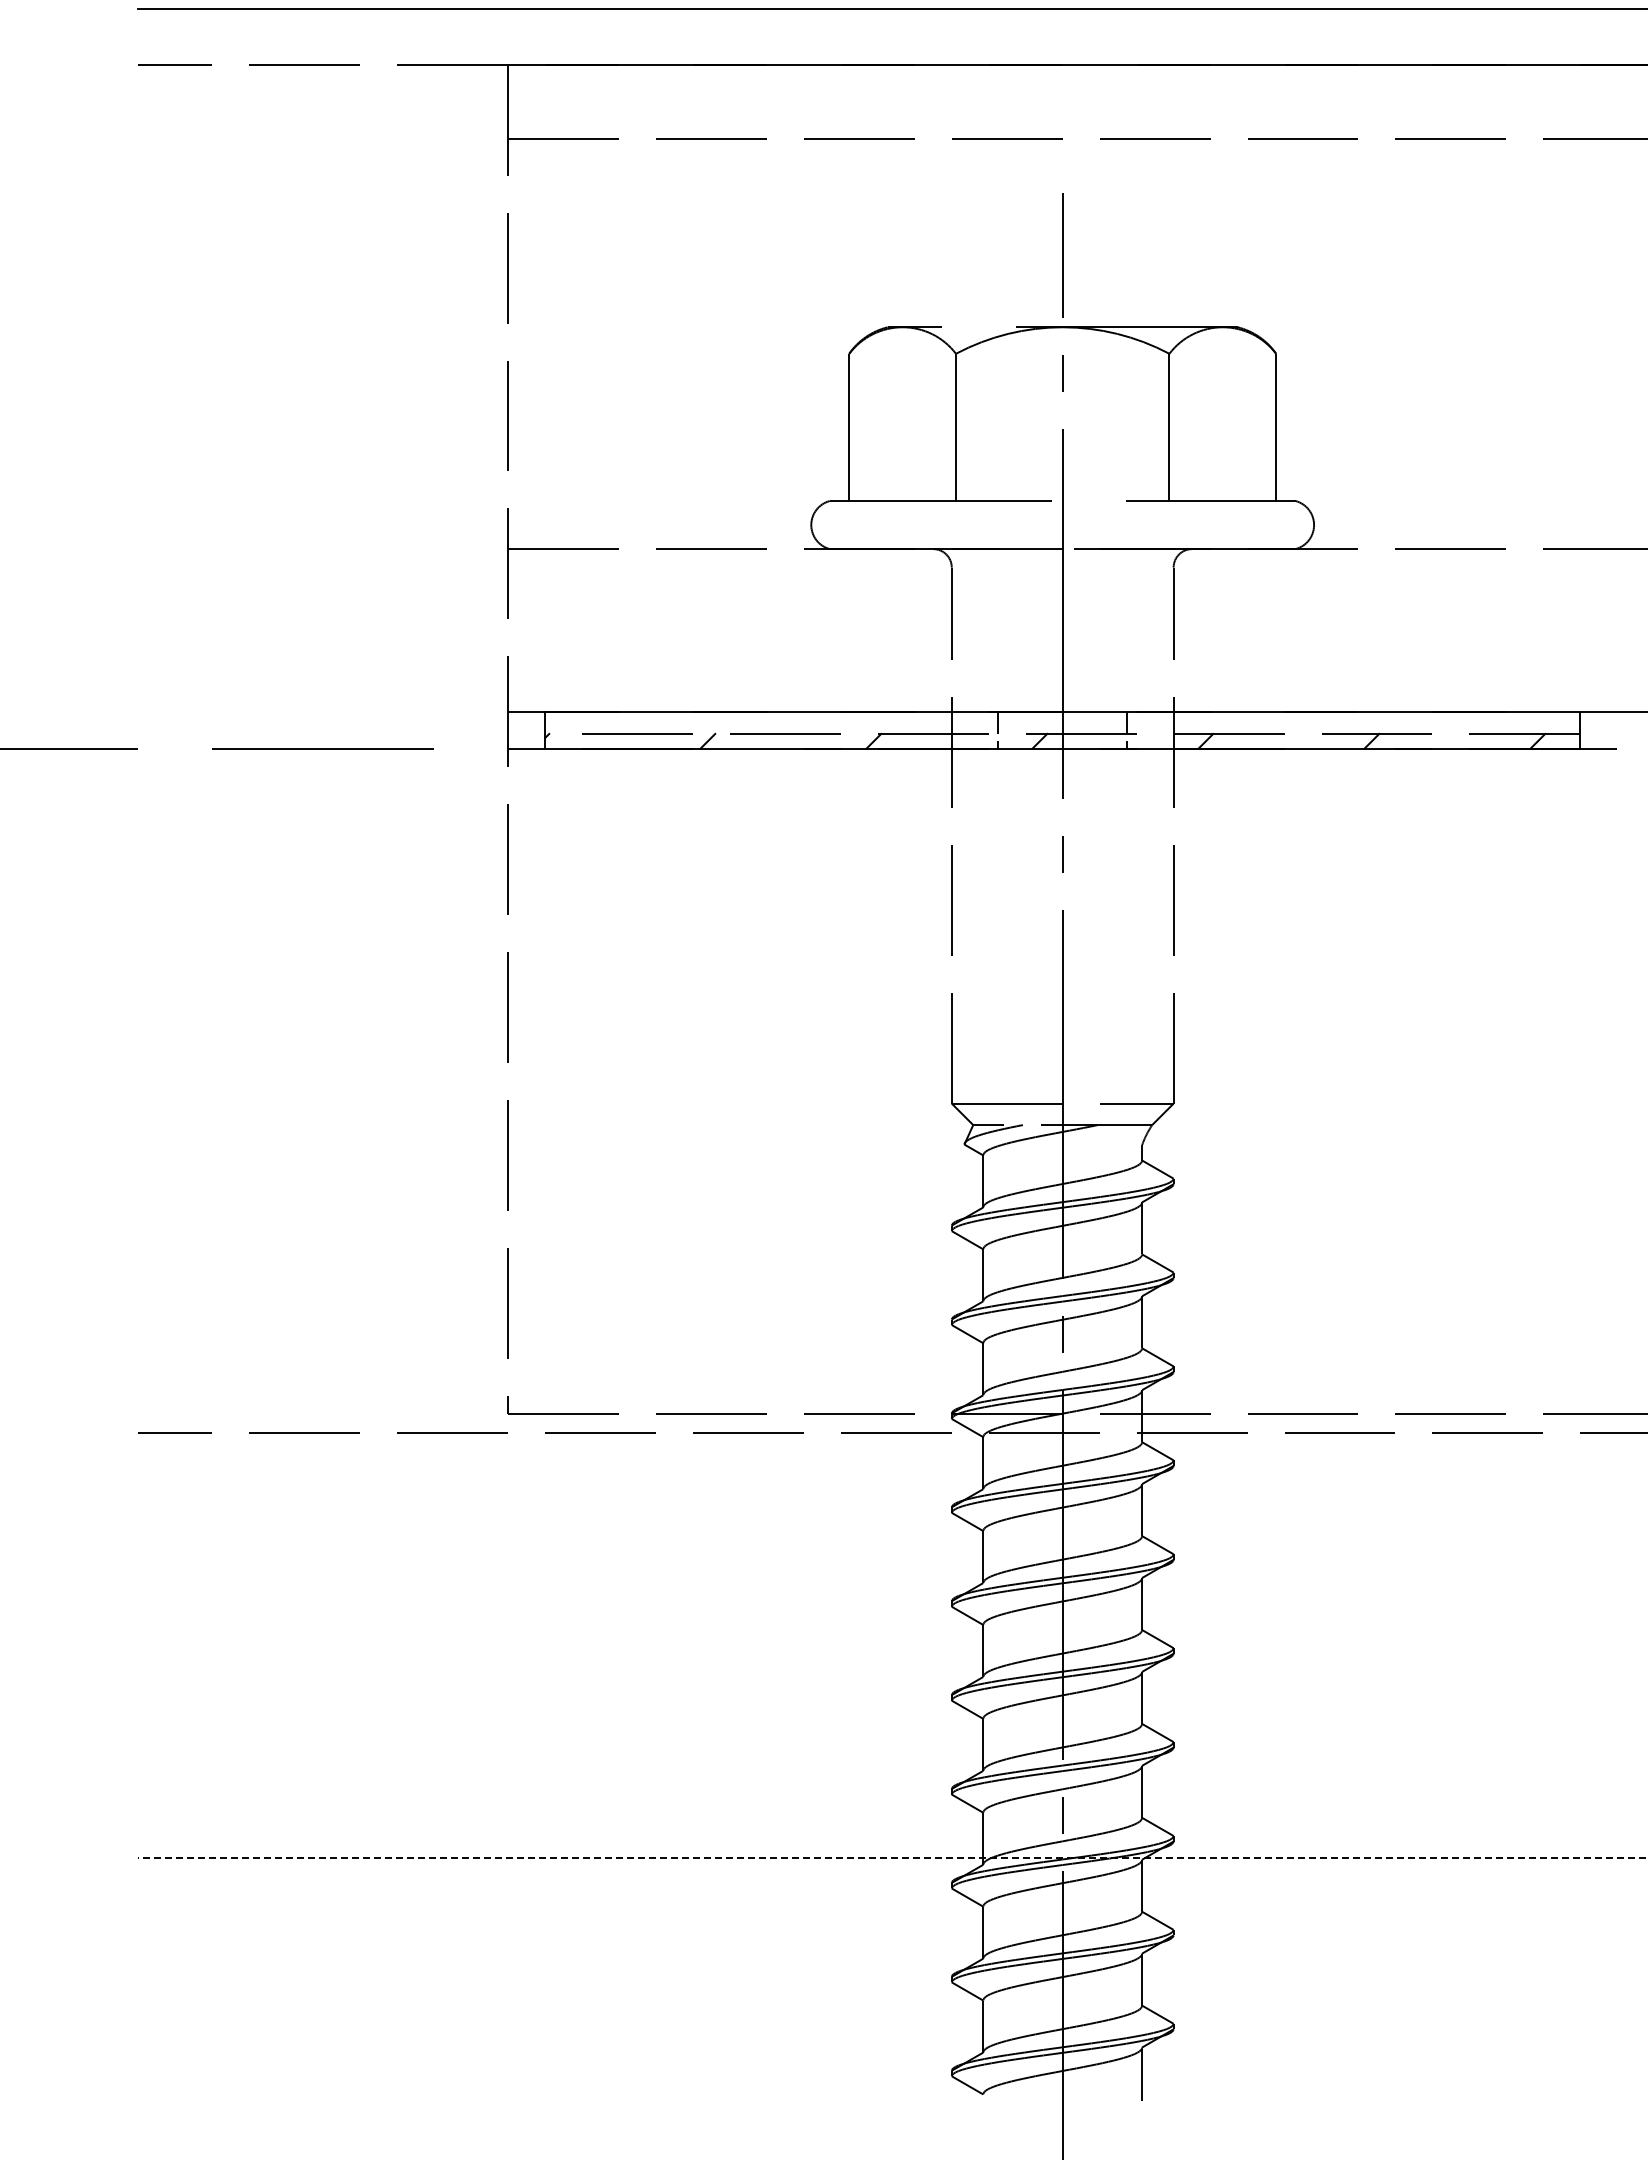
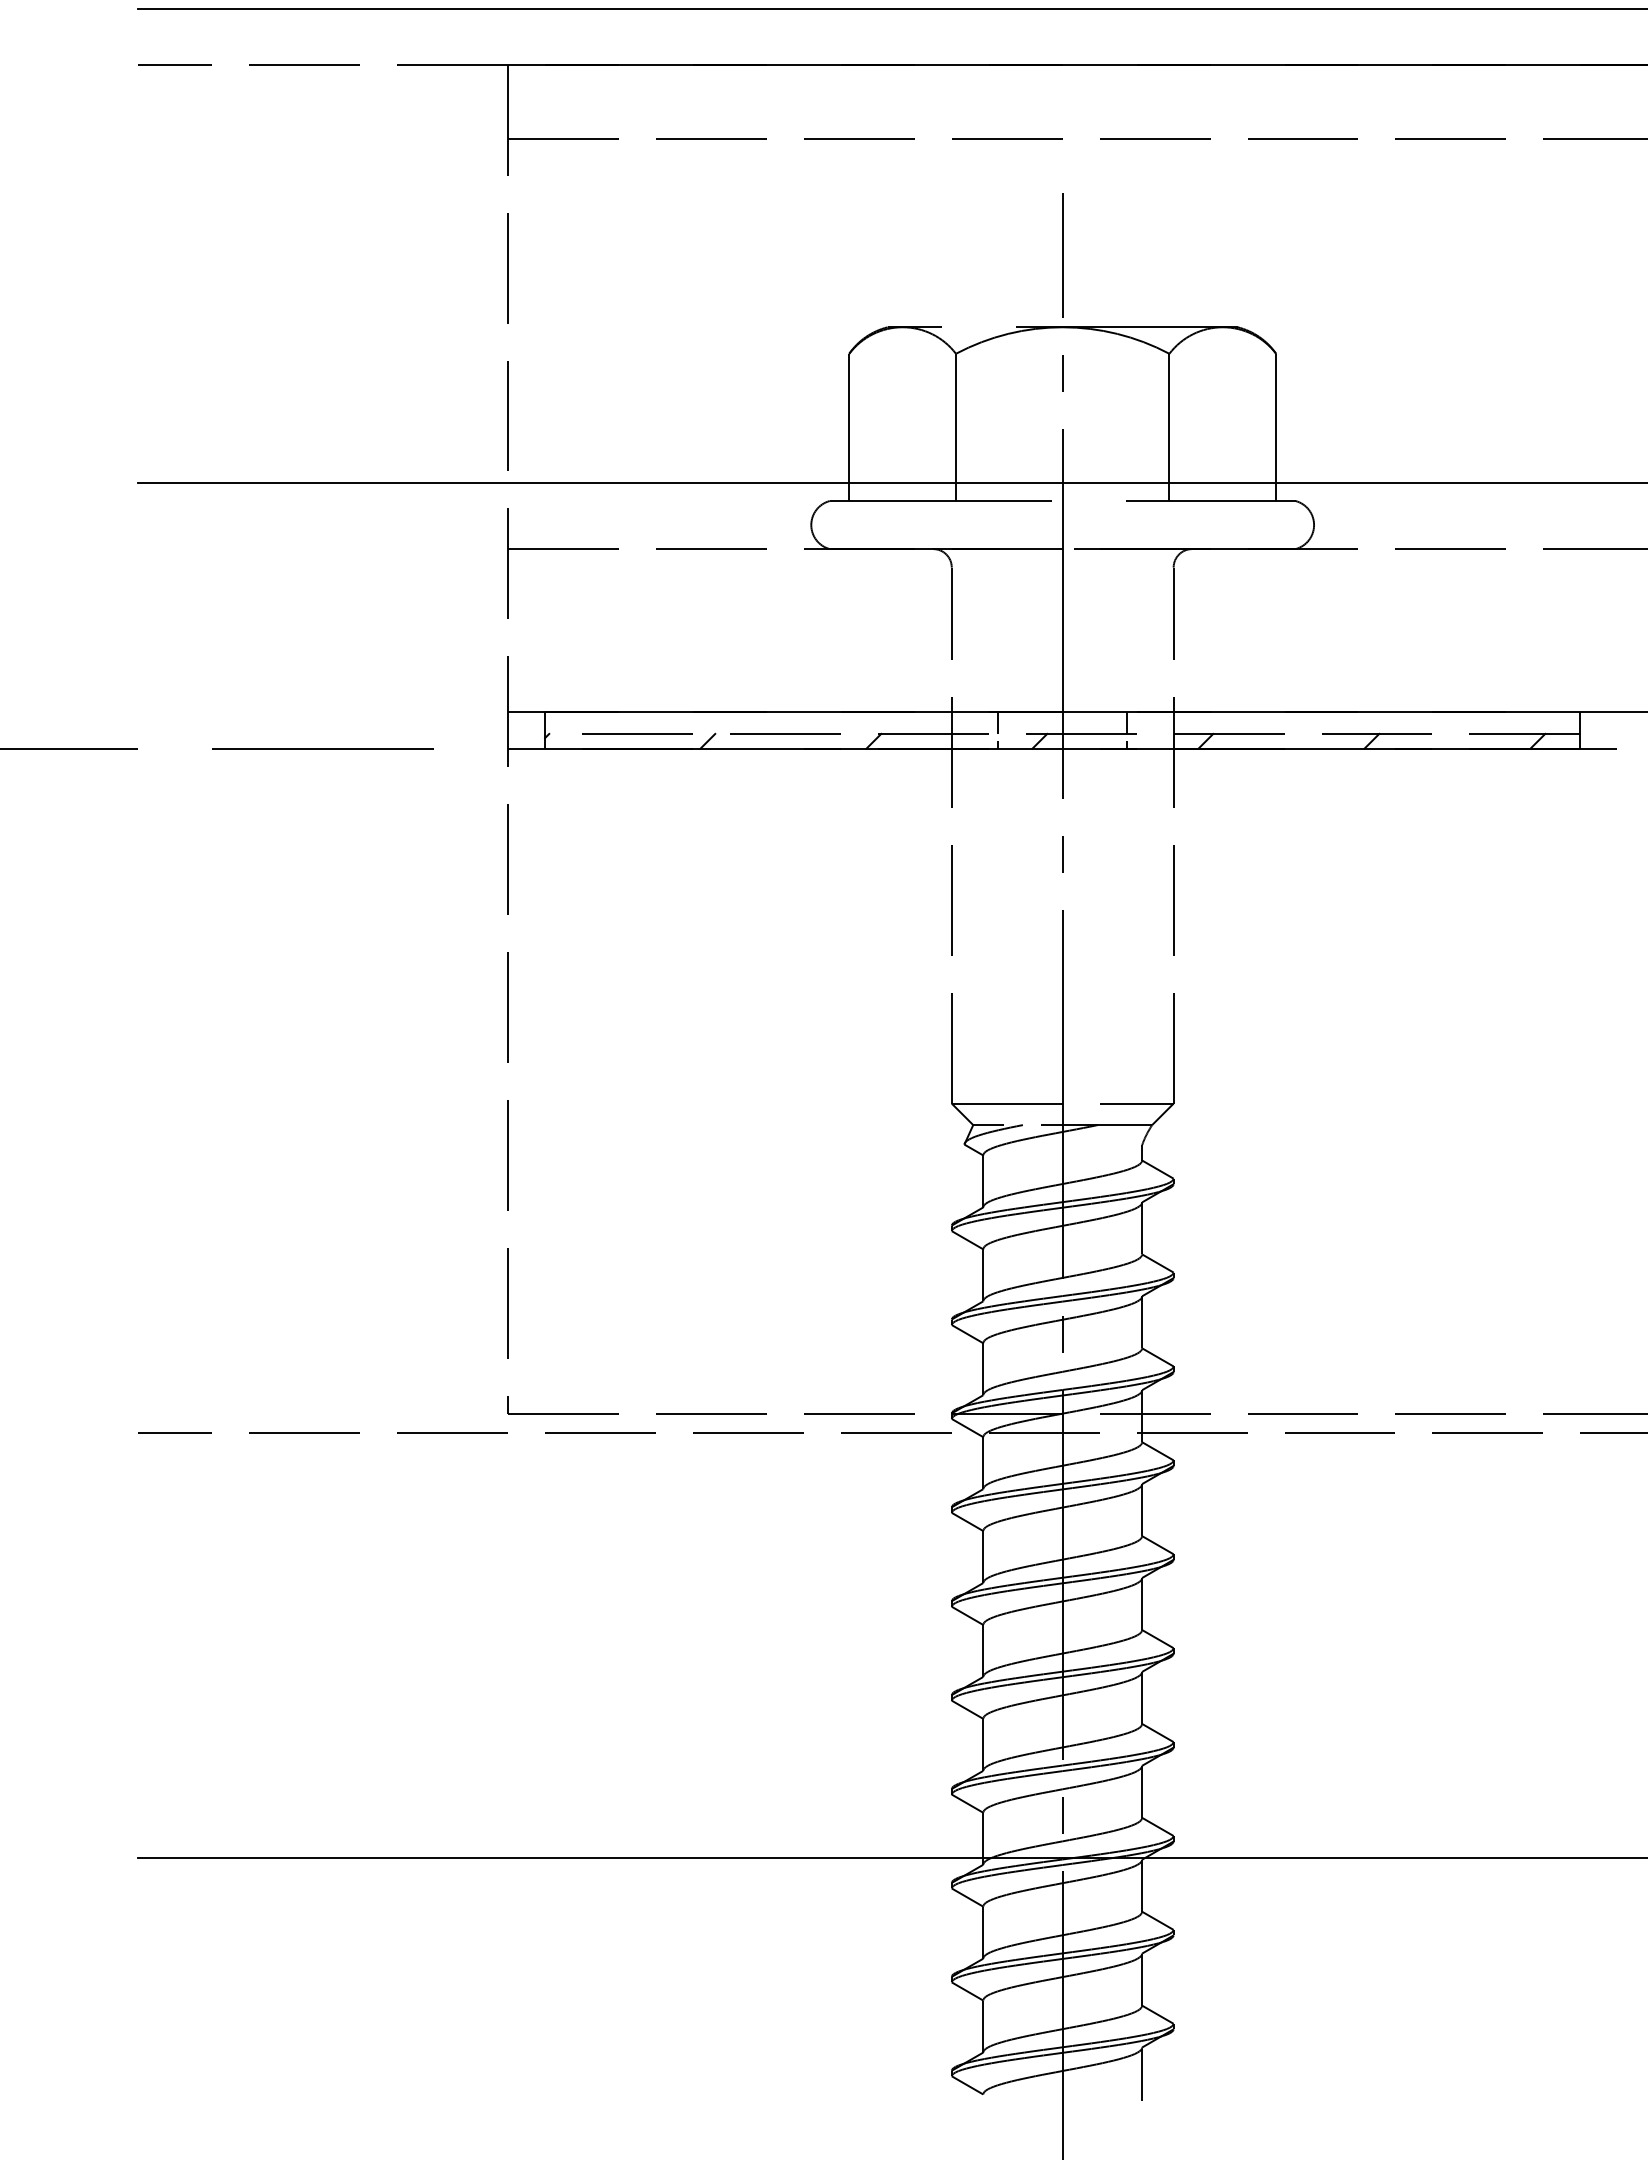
line at (891, 483): none -> present
line at (892, 1857): dashed -> solid
